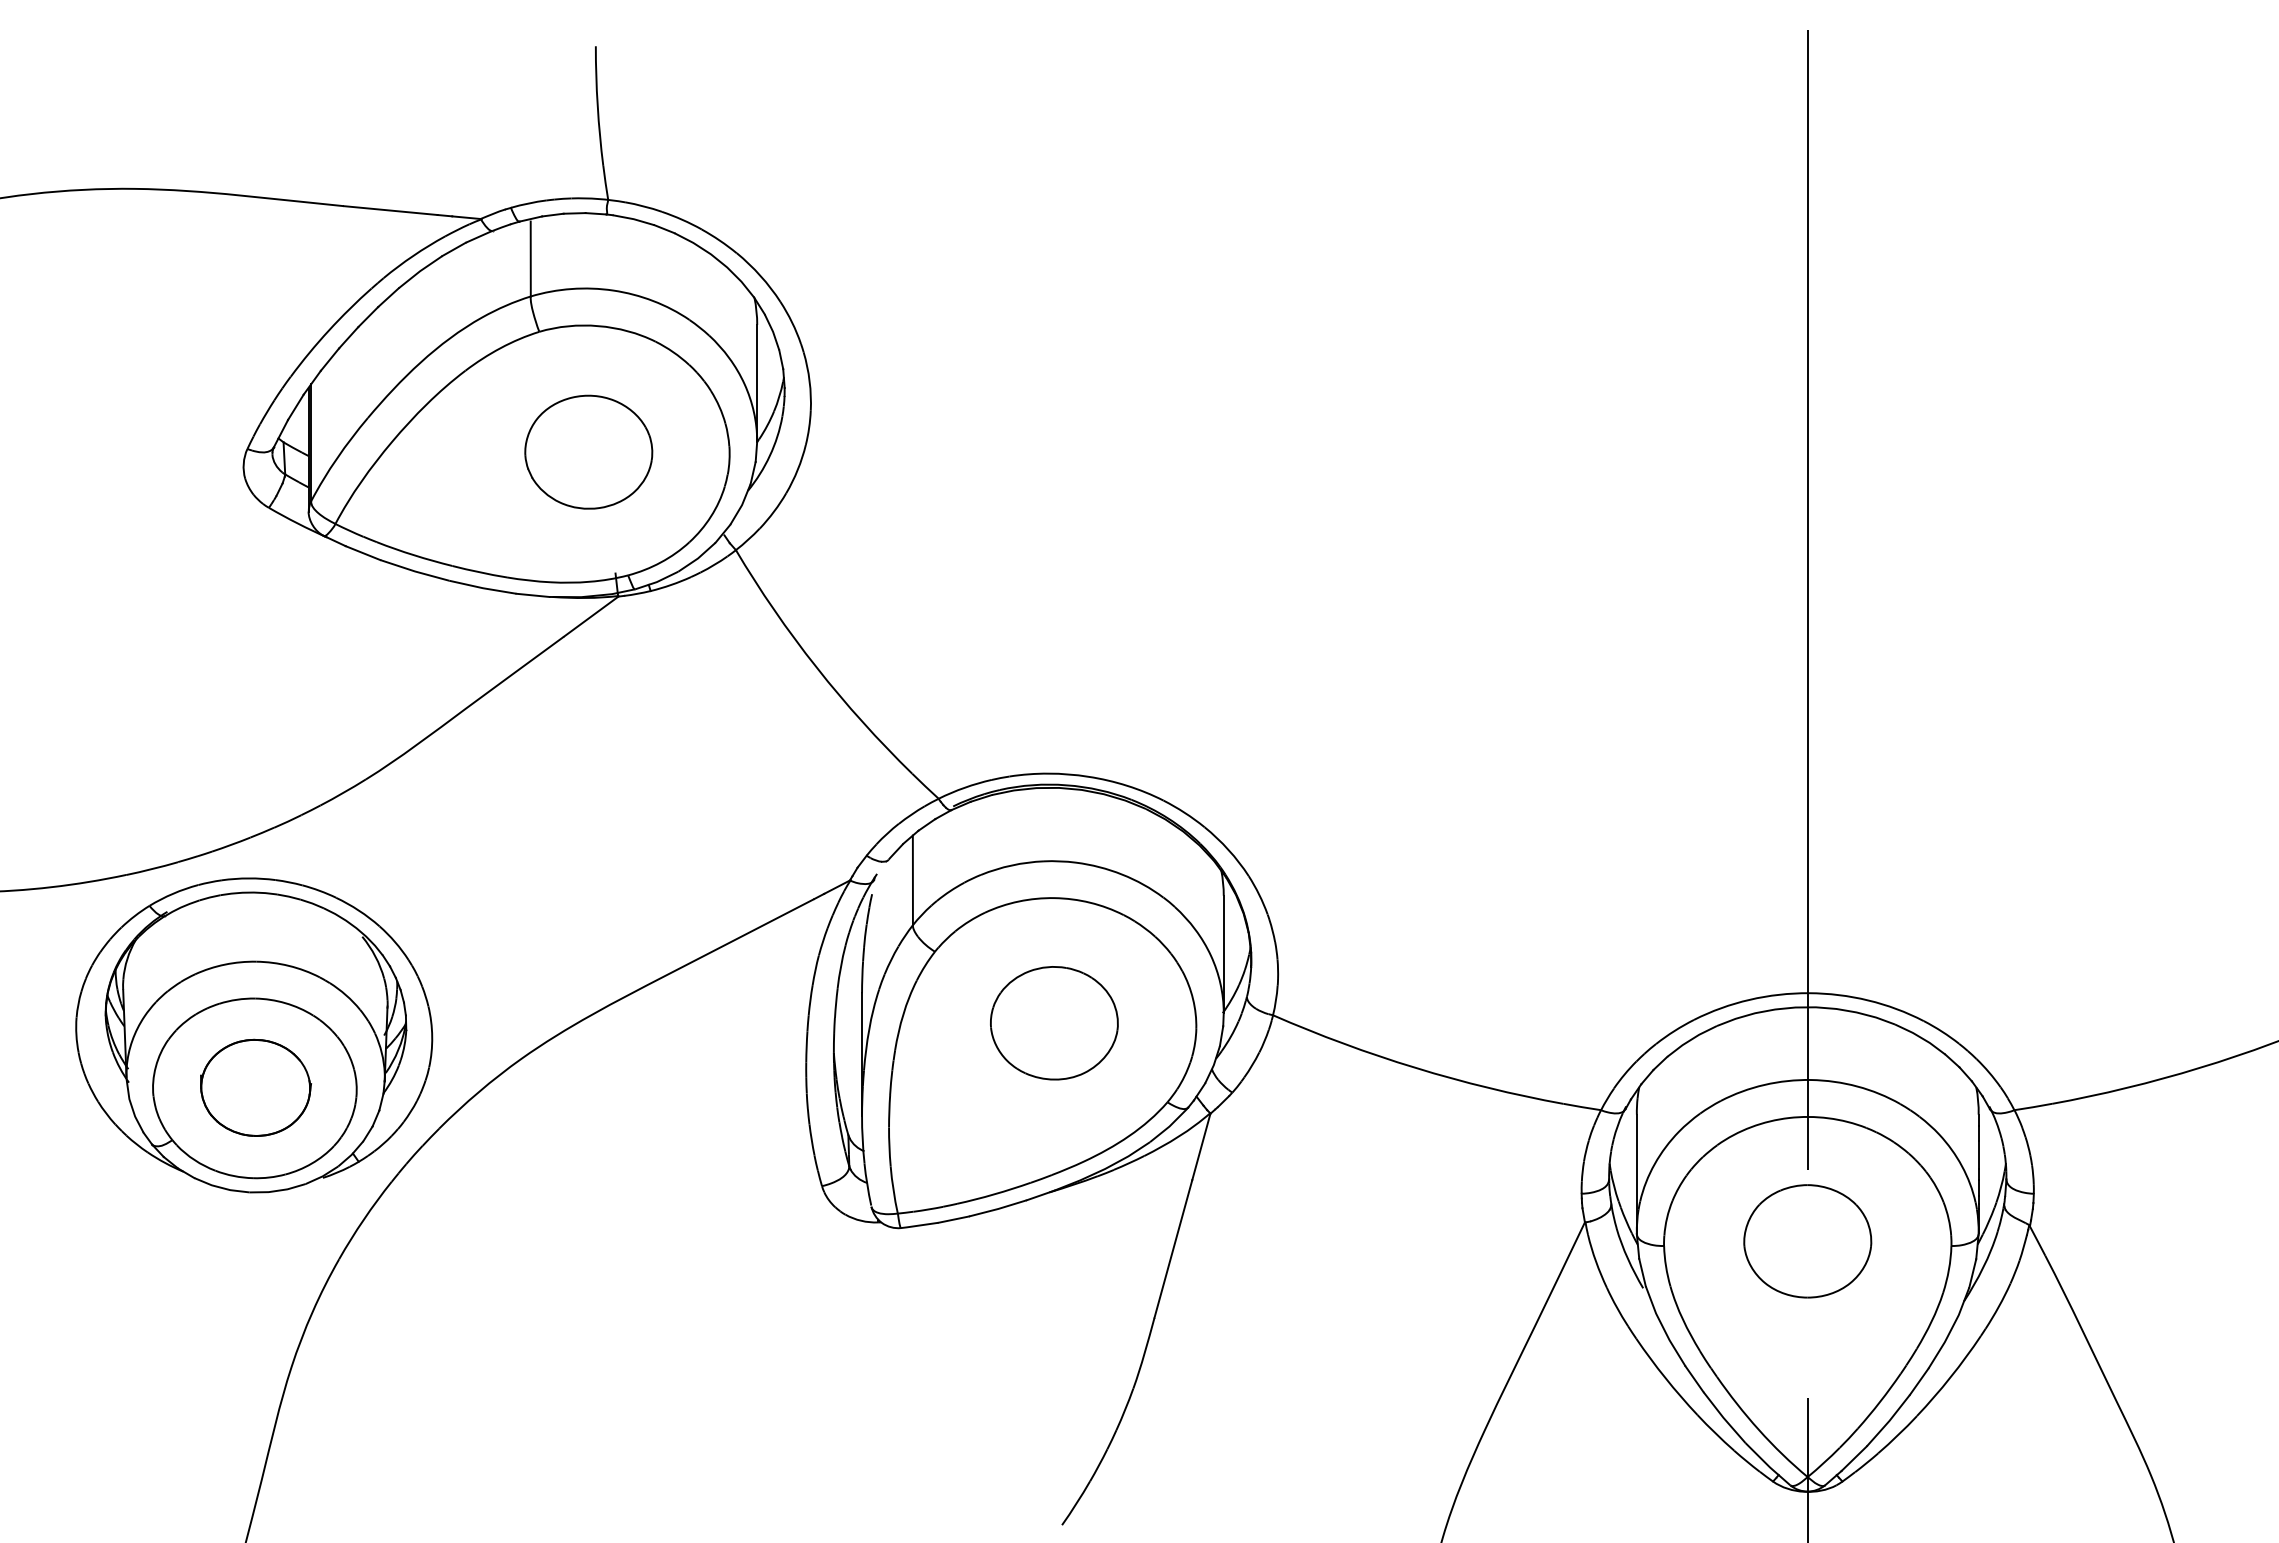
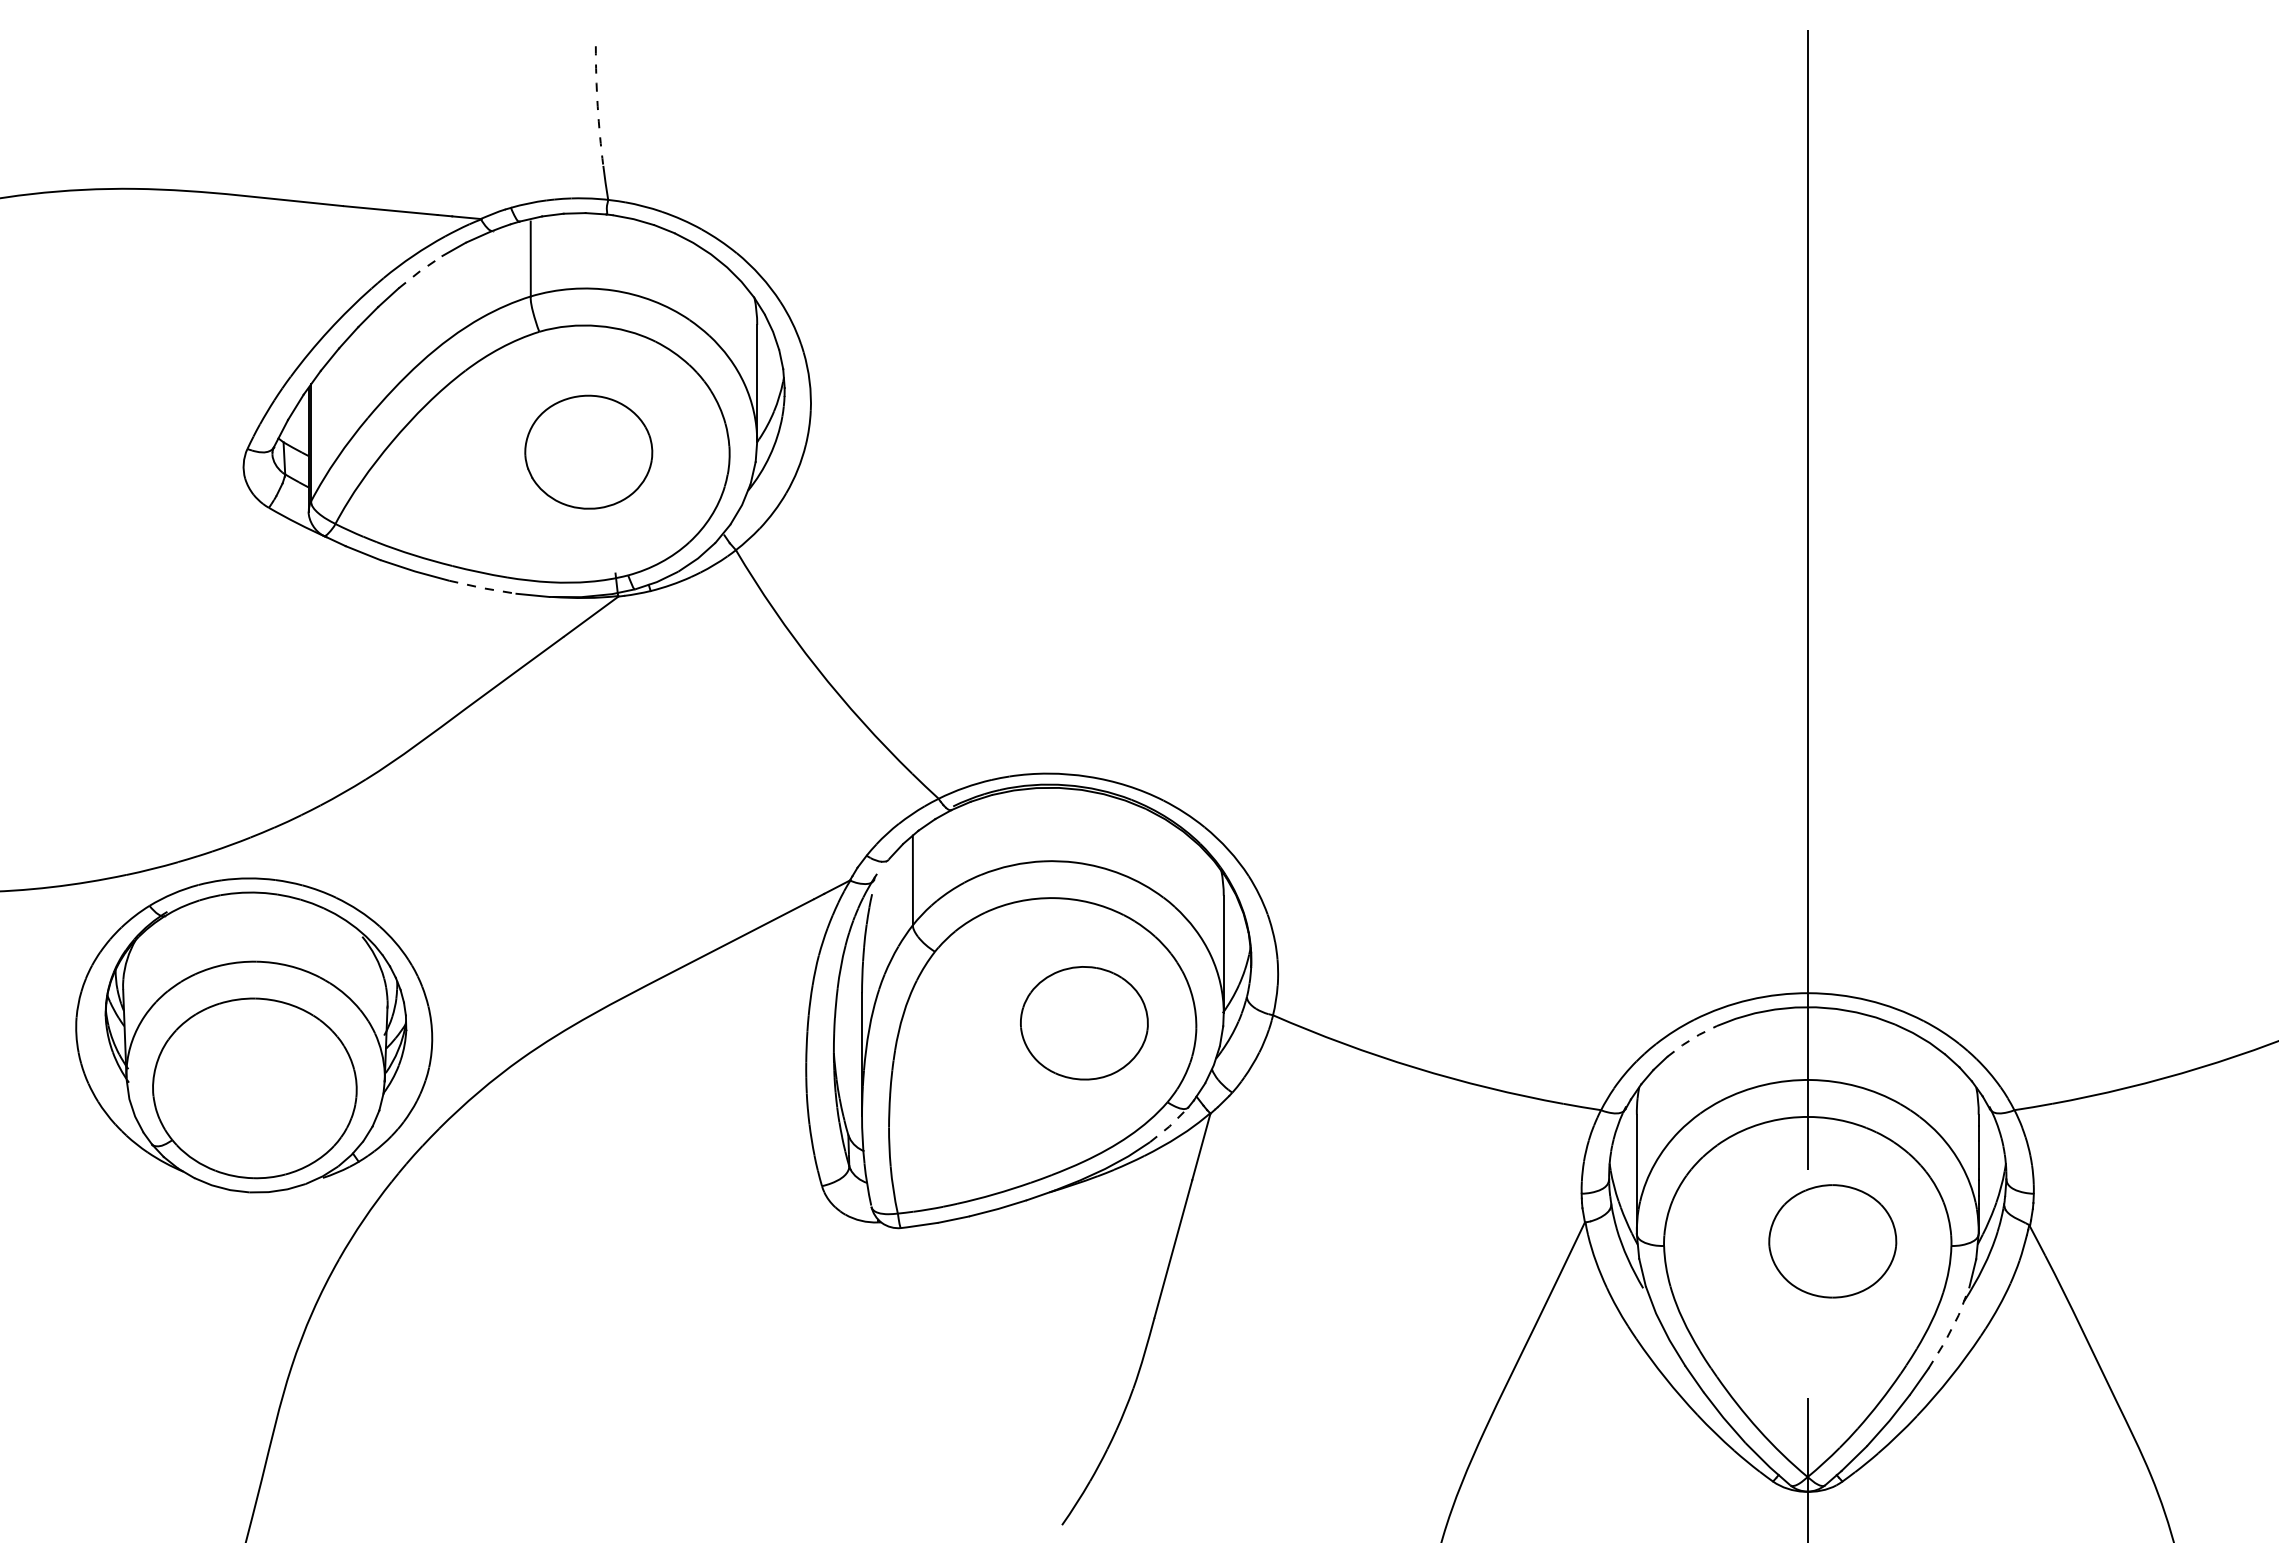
arc at (597, 106): solid -> dashed
line at (420, 271): solid -> dashed
line at (483, 588): solid -> dashed
part at (1054, 1023) position: (1054, 1023) -> (1084, 1023)
line at (1690, 1039): solid -> dashed
part at (256, 1087): present -> none
line at (1170, 1125): solid -> dashed
part at (1807, 1241) position: (1807, 1241) -> (1832, 1241)
line at (1951, 1329): solid -> dashed
